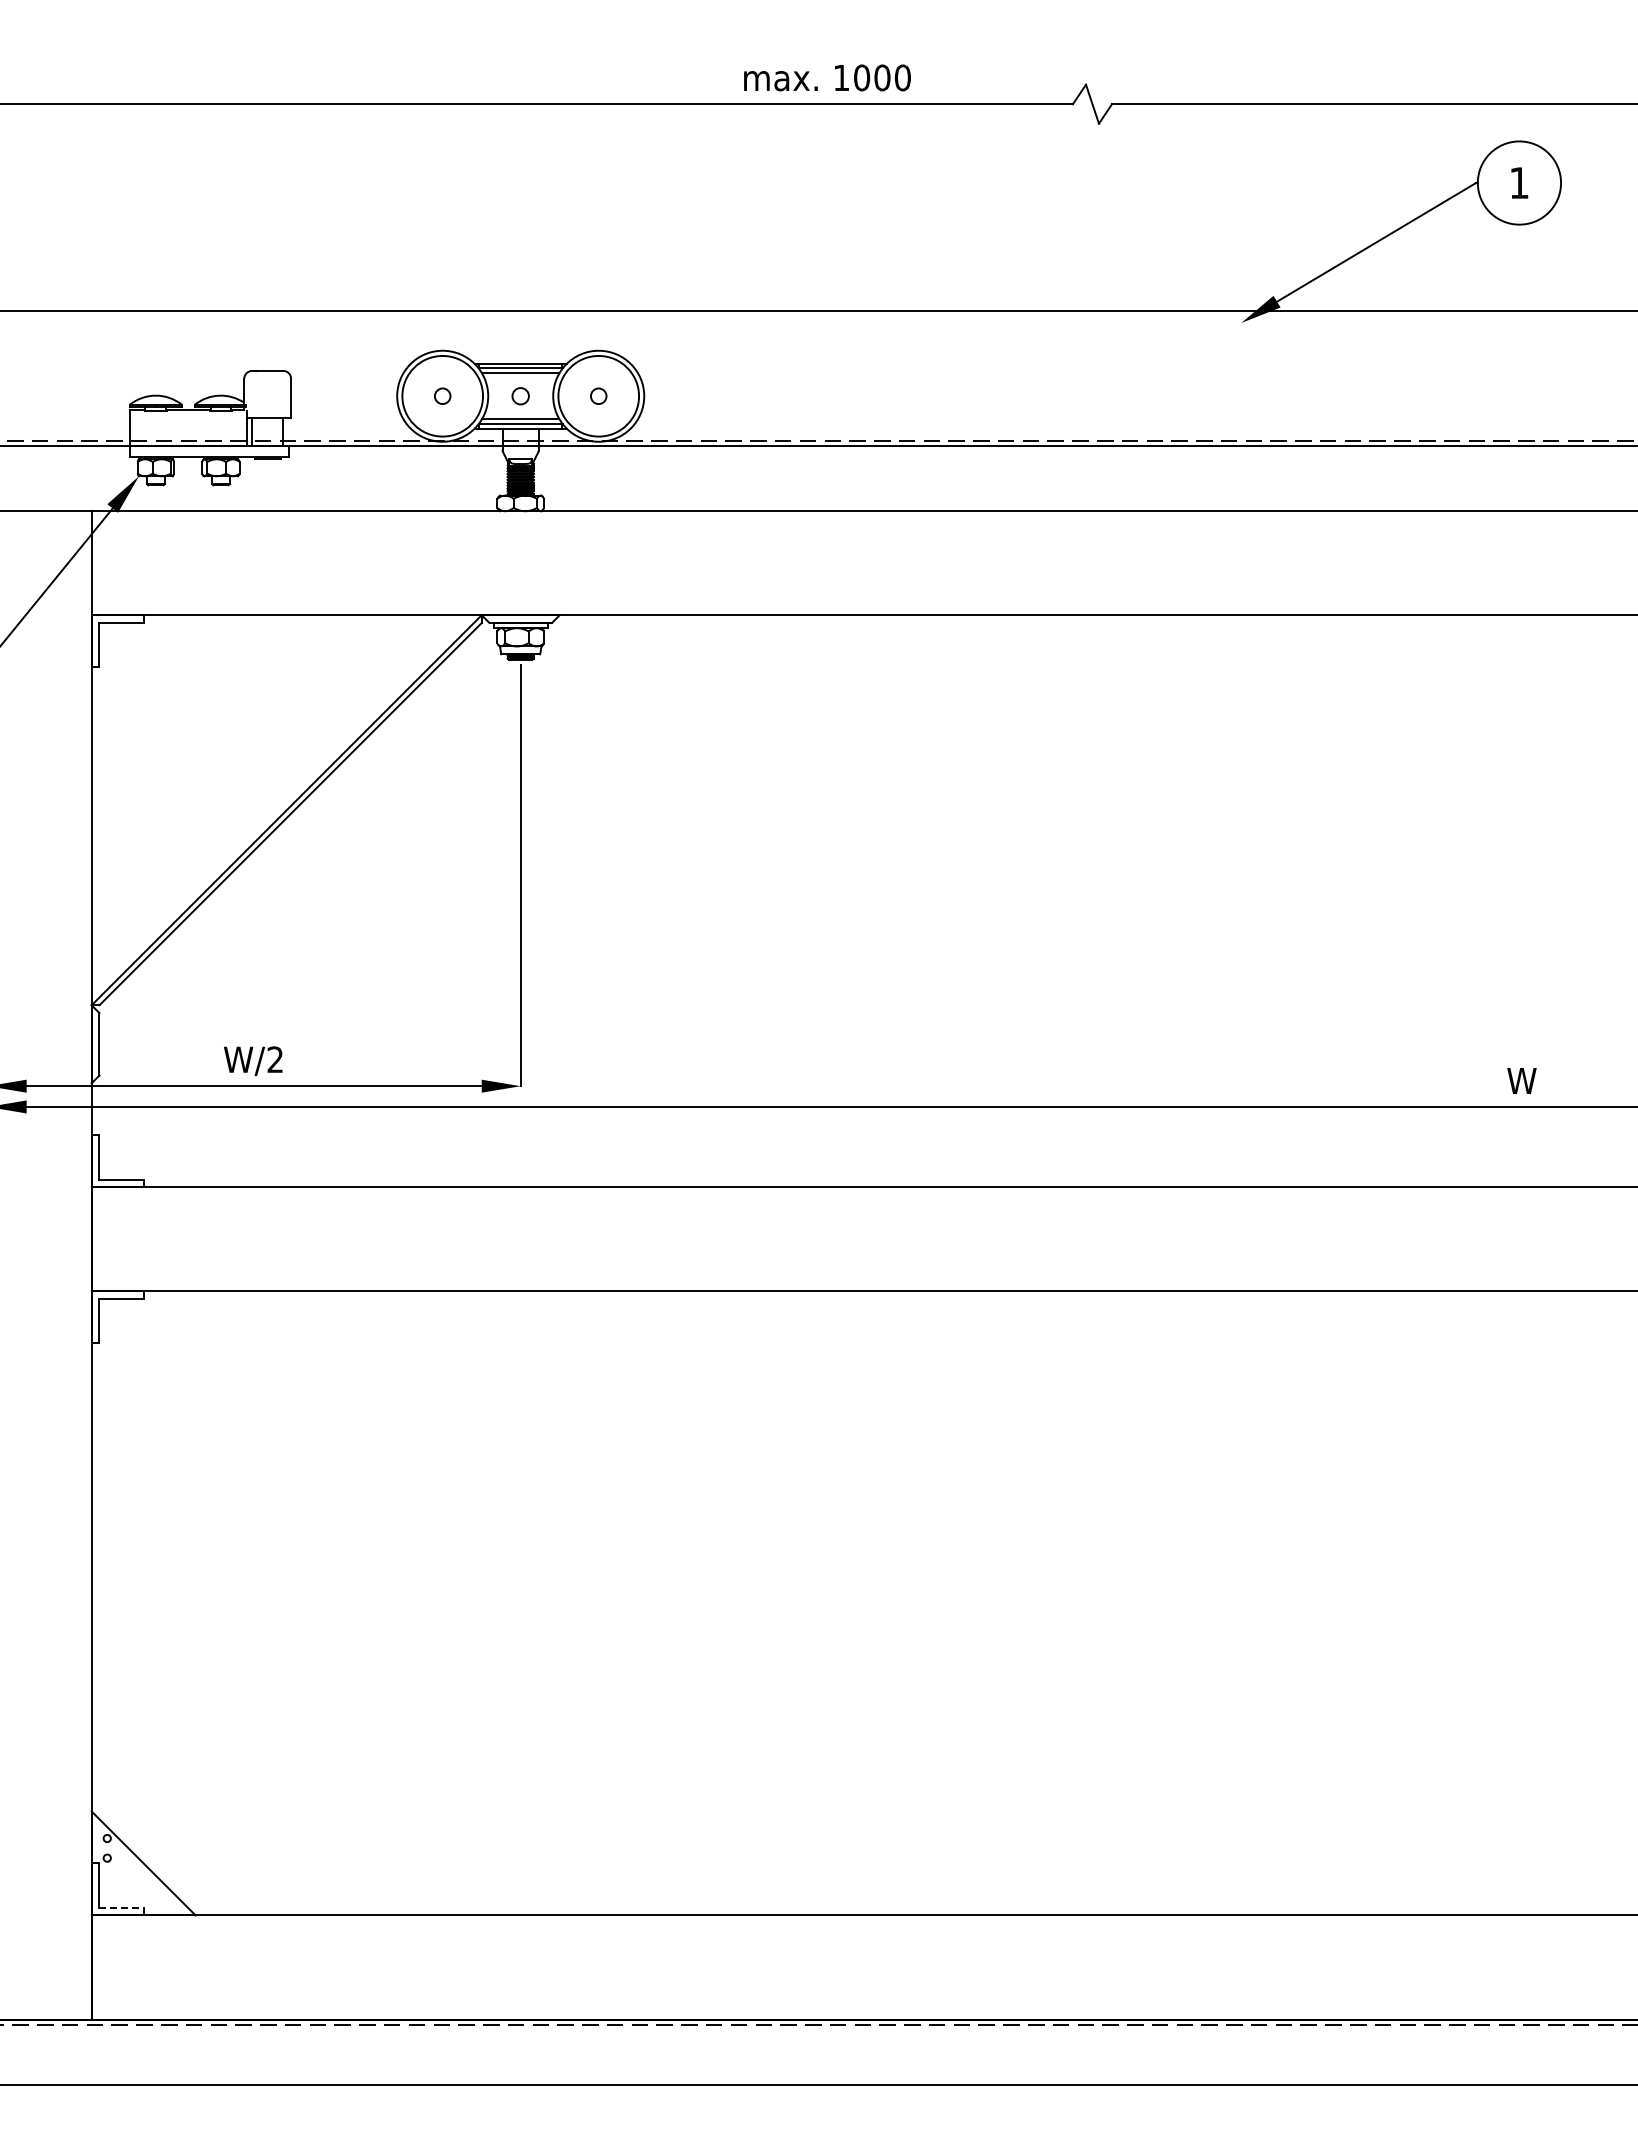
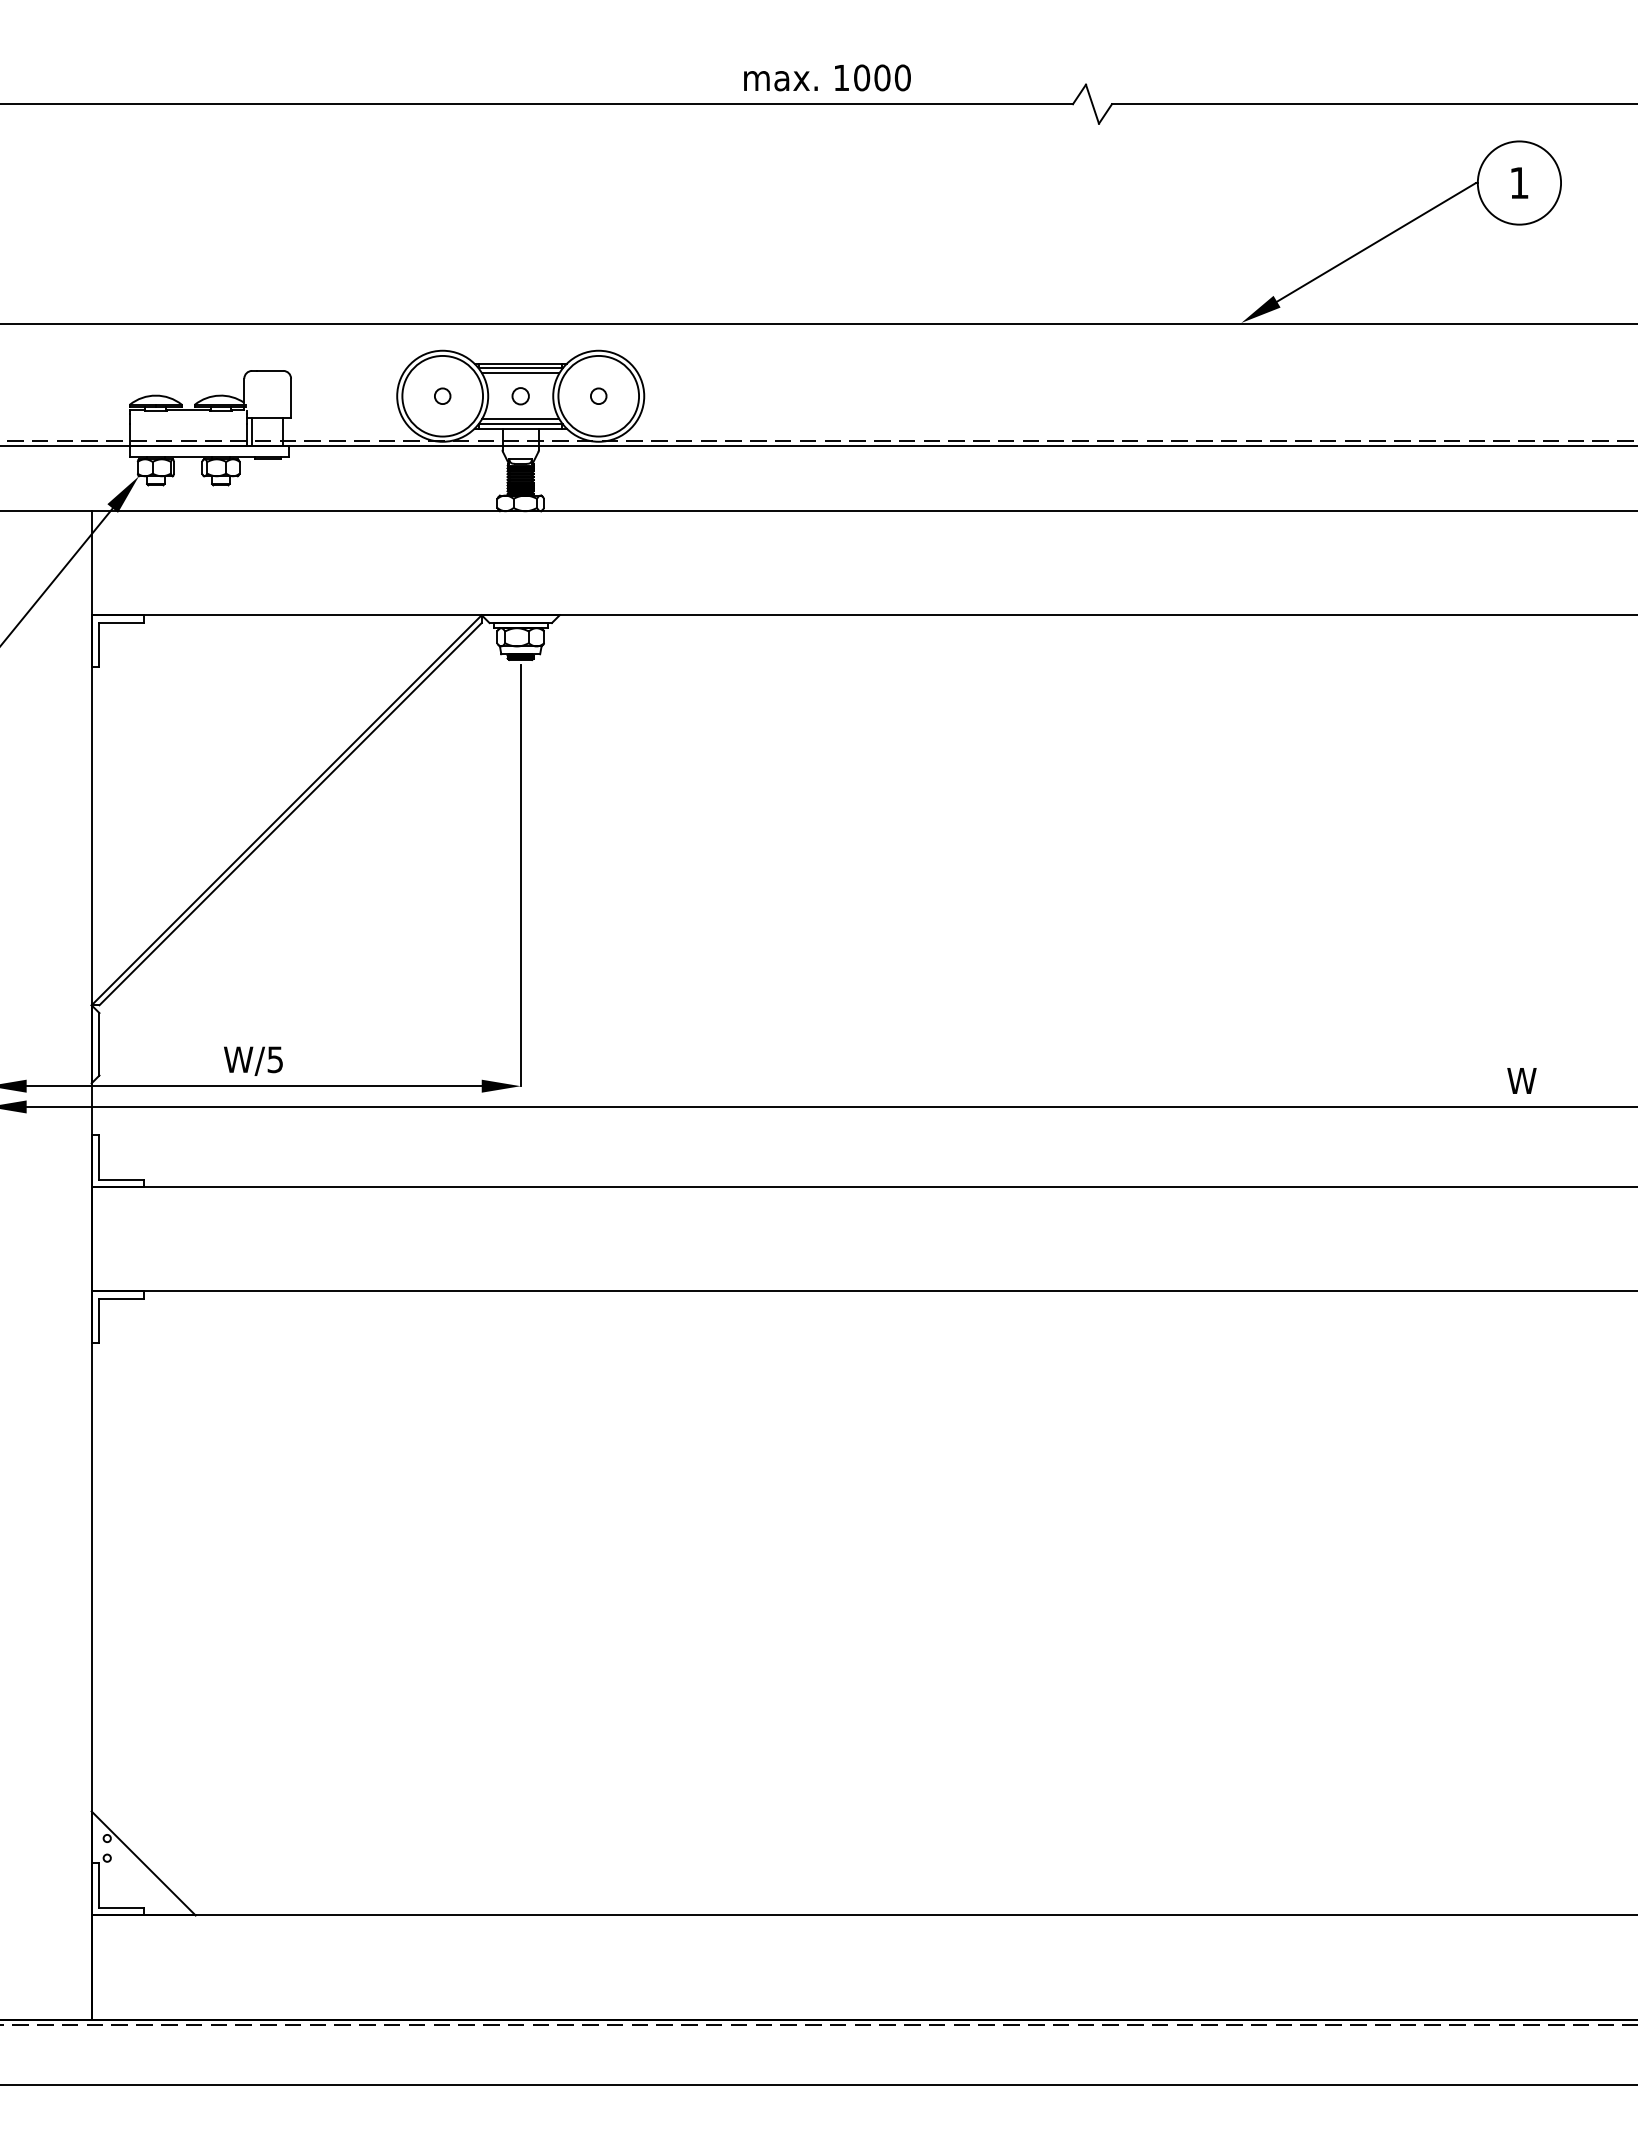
line at (818, 311) position: (818, 311) -> (818, 324)
text at (274, 1059): W/2 -> W/5
line at (122, 1907): dashed -> solid
